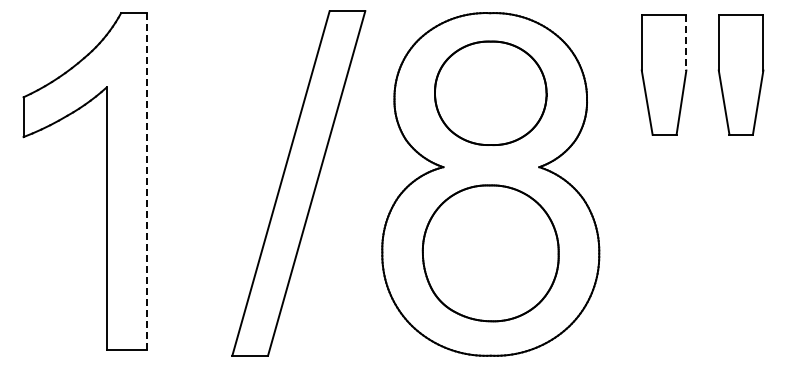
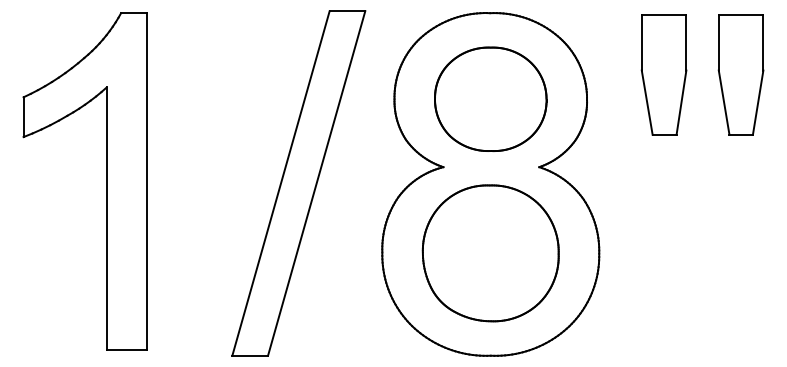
line at (686, 42): dashed -> solid
part at (490, 92) position: (490, 92) -> (490, 98)
line at (147, 181): dashed -> solid
